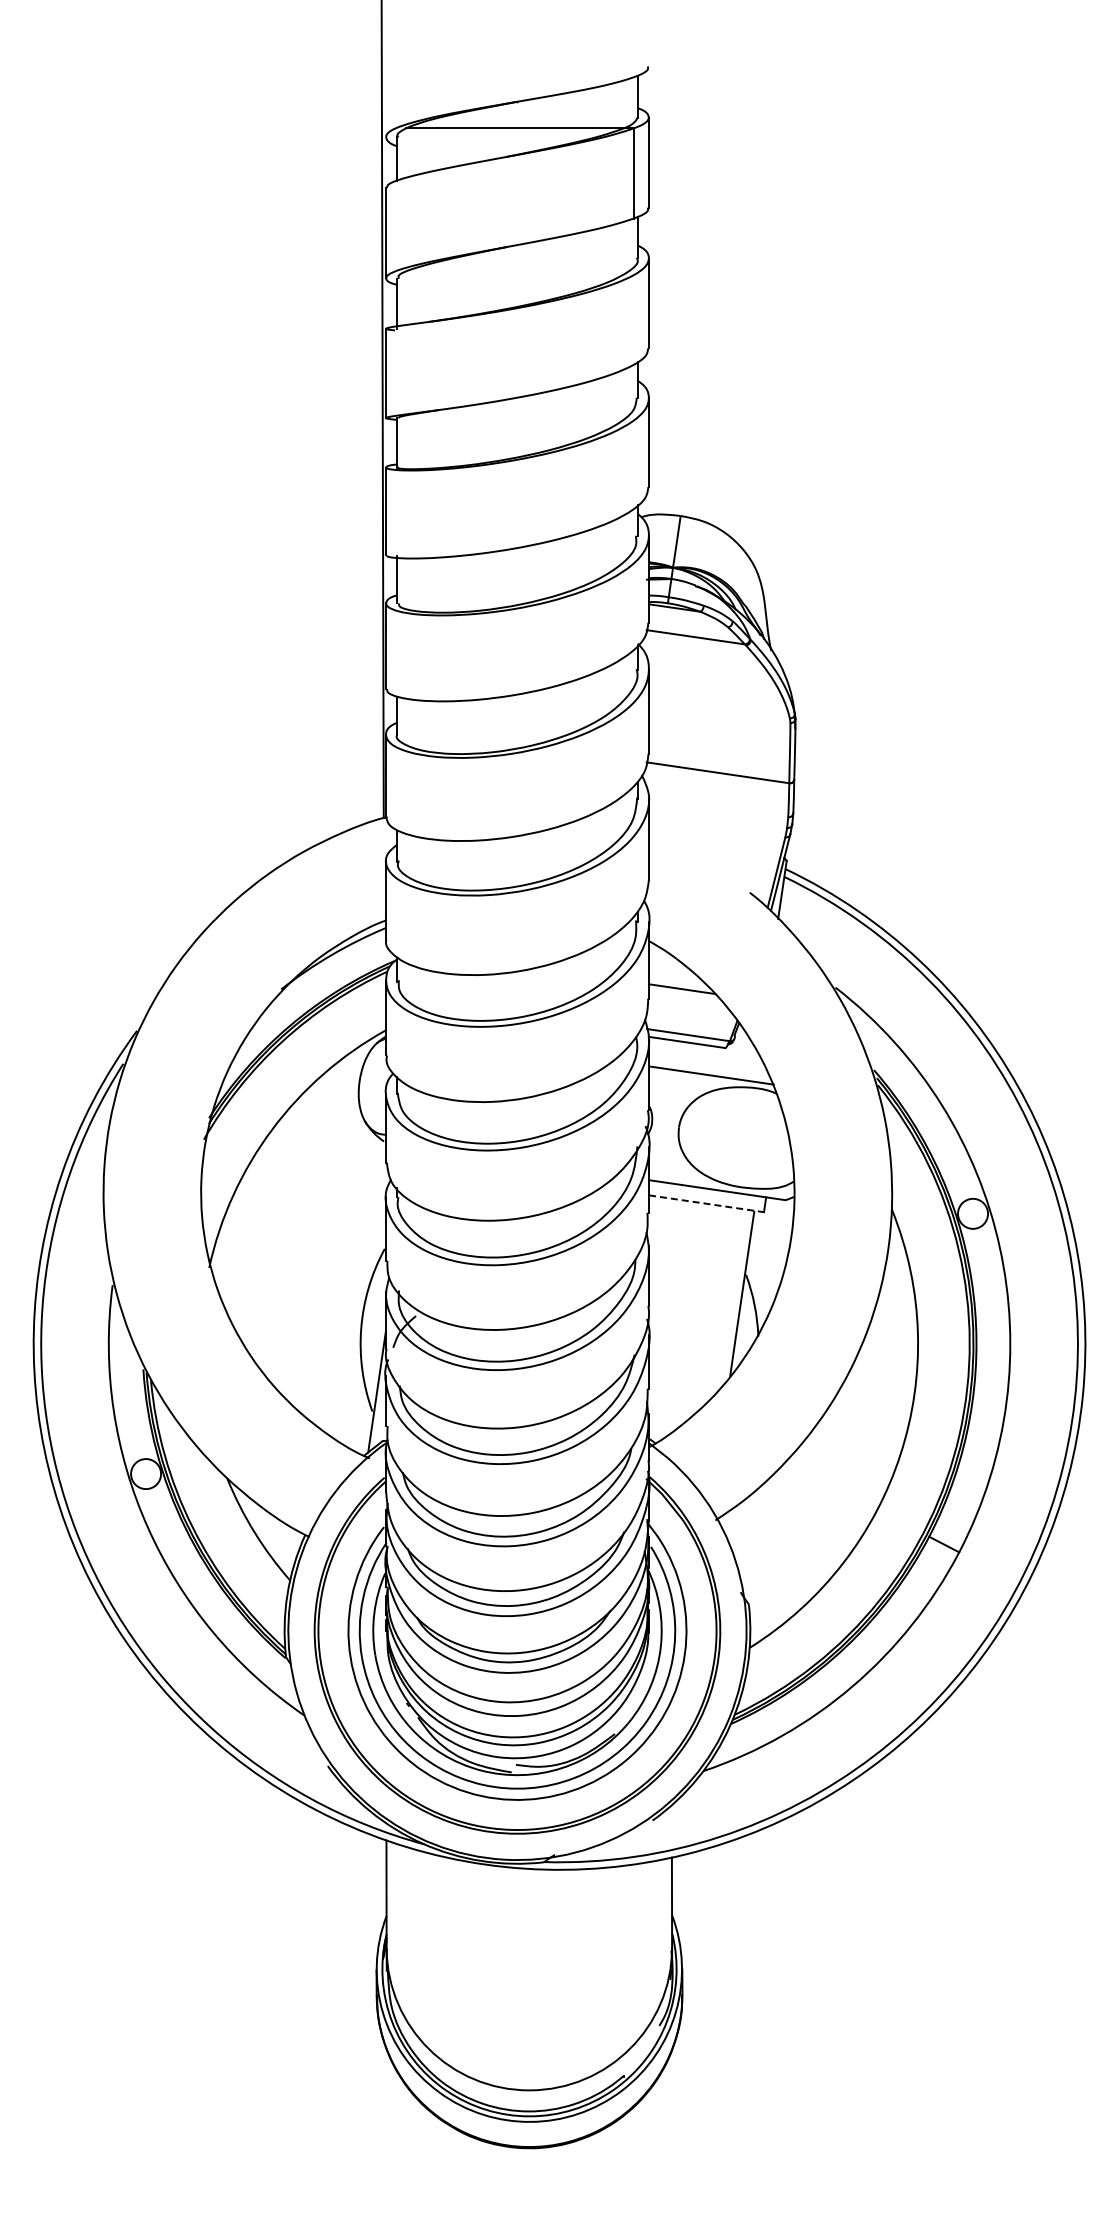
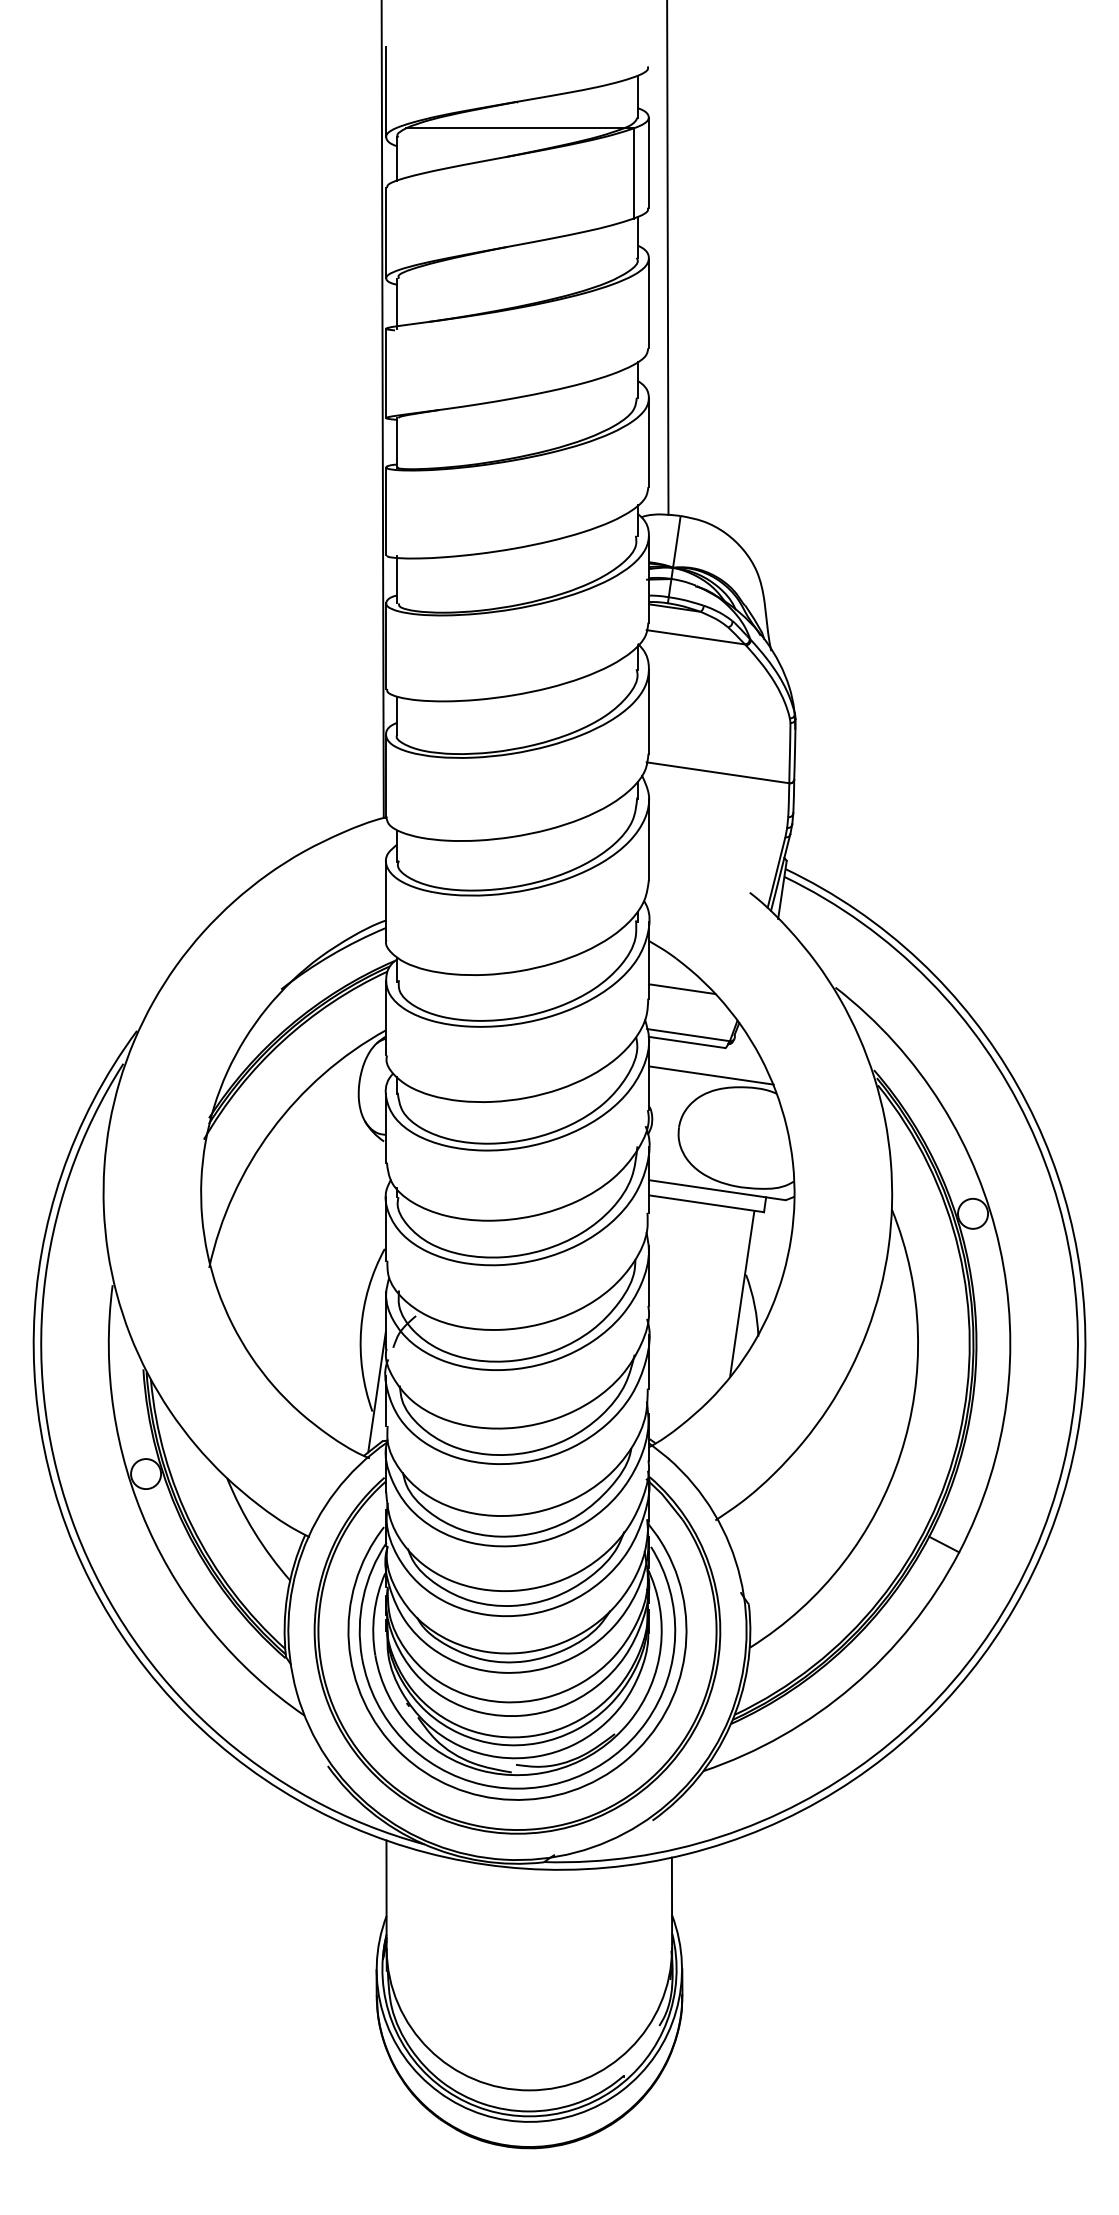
line at (386, 91): none -> present
line at (667, 258): none -> present
line at (707, 1203): dashed -> solid
